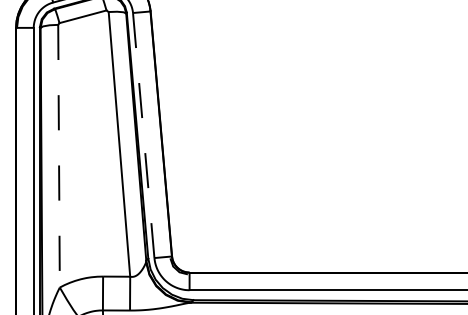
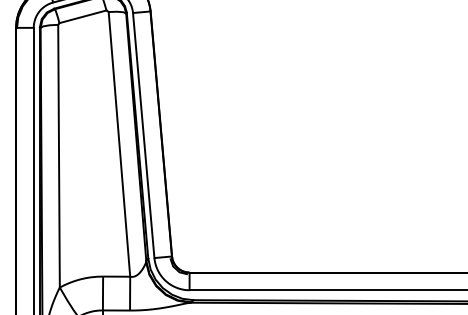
line at (143, 135): dashed -> solid
line at (59, 156): dashed -> solid
